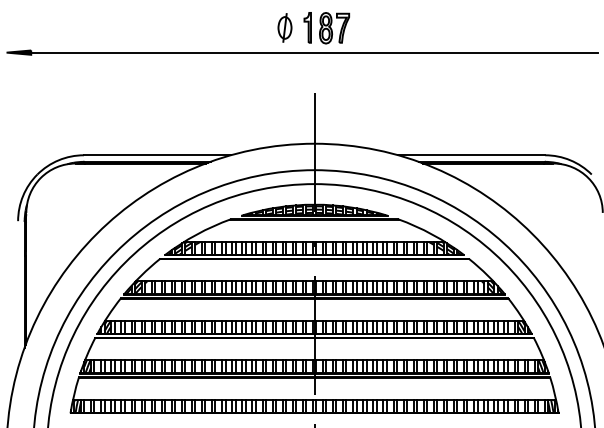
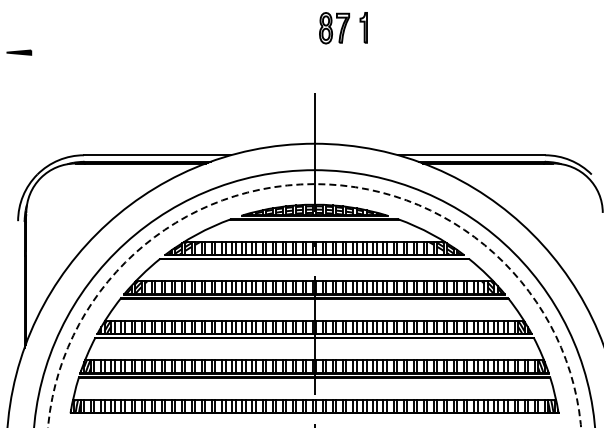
part at (284, 27): present -> none
part at (307, 27) position: (307, 27) -> (363, 27)
line at (314, 52): present -> none
circle at (314, 305): solid -> dashed
